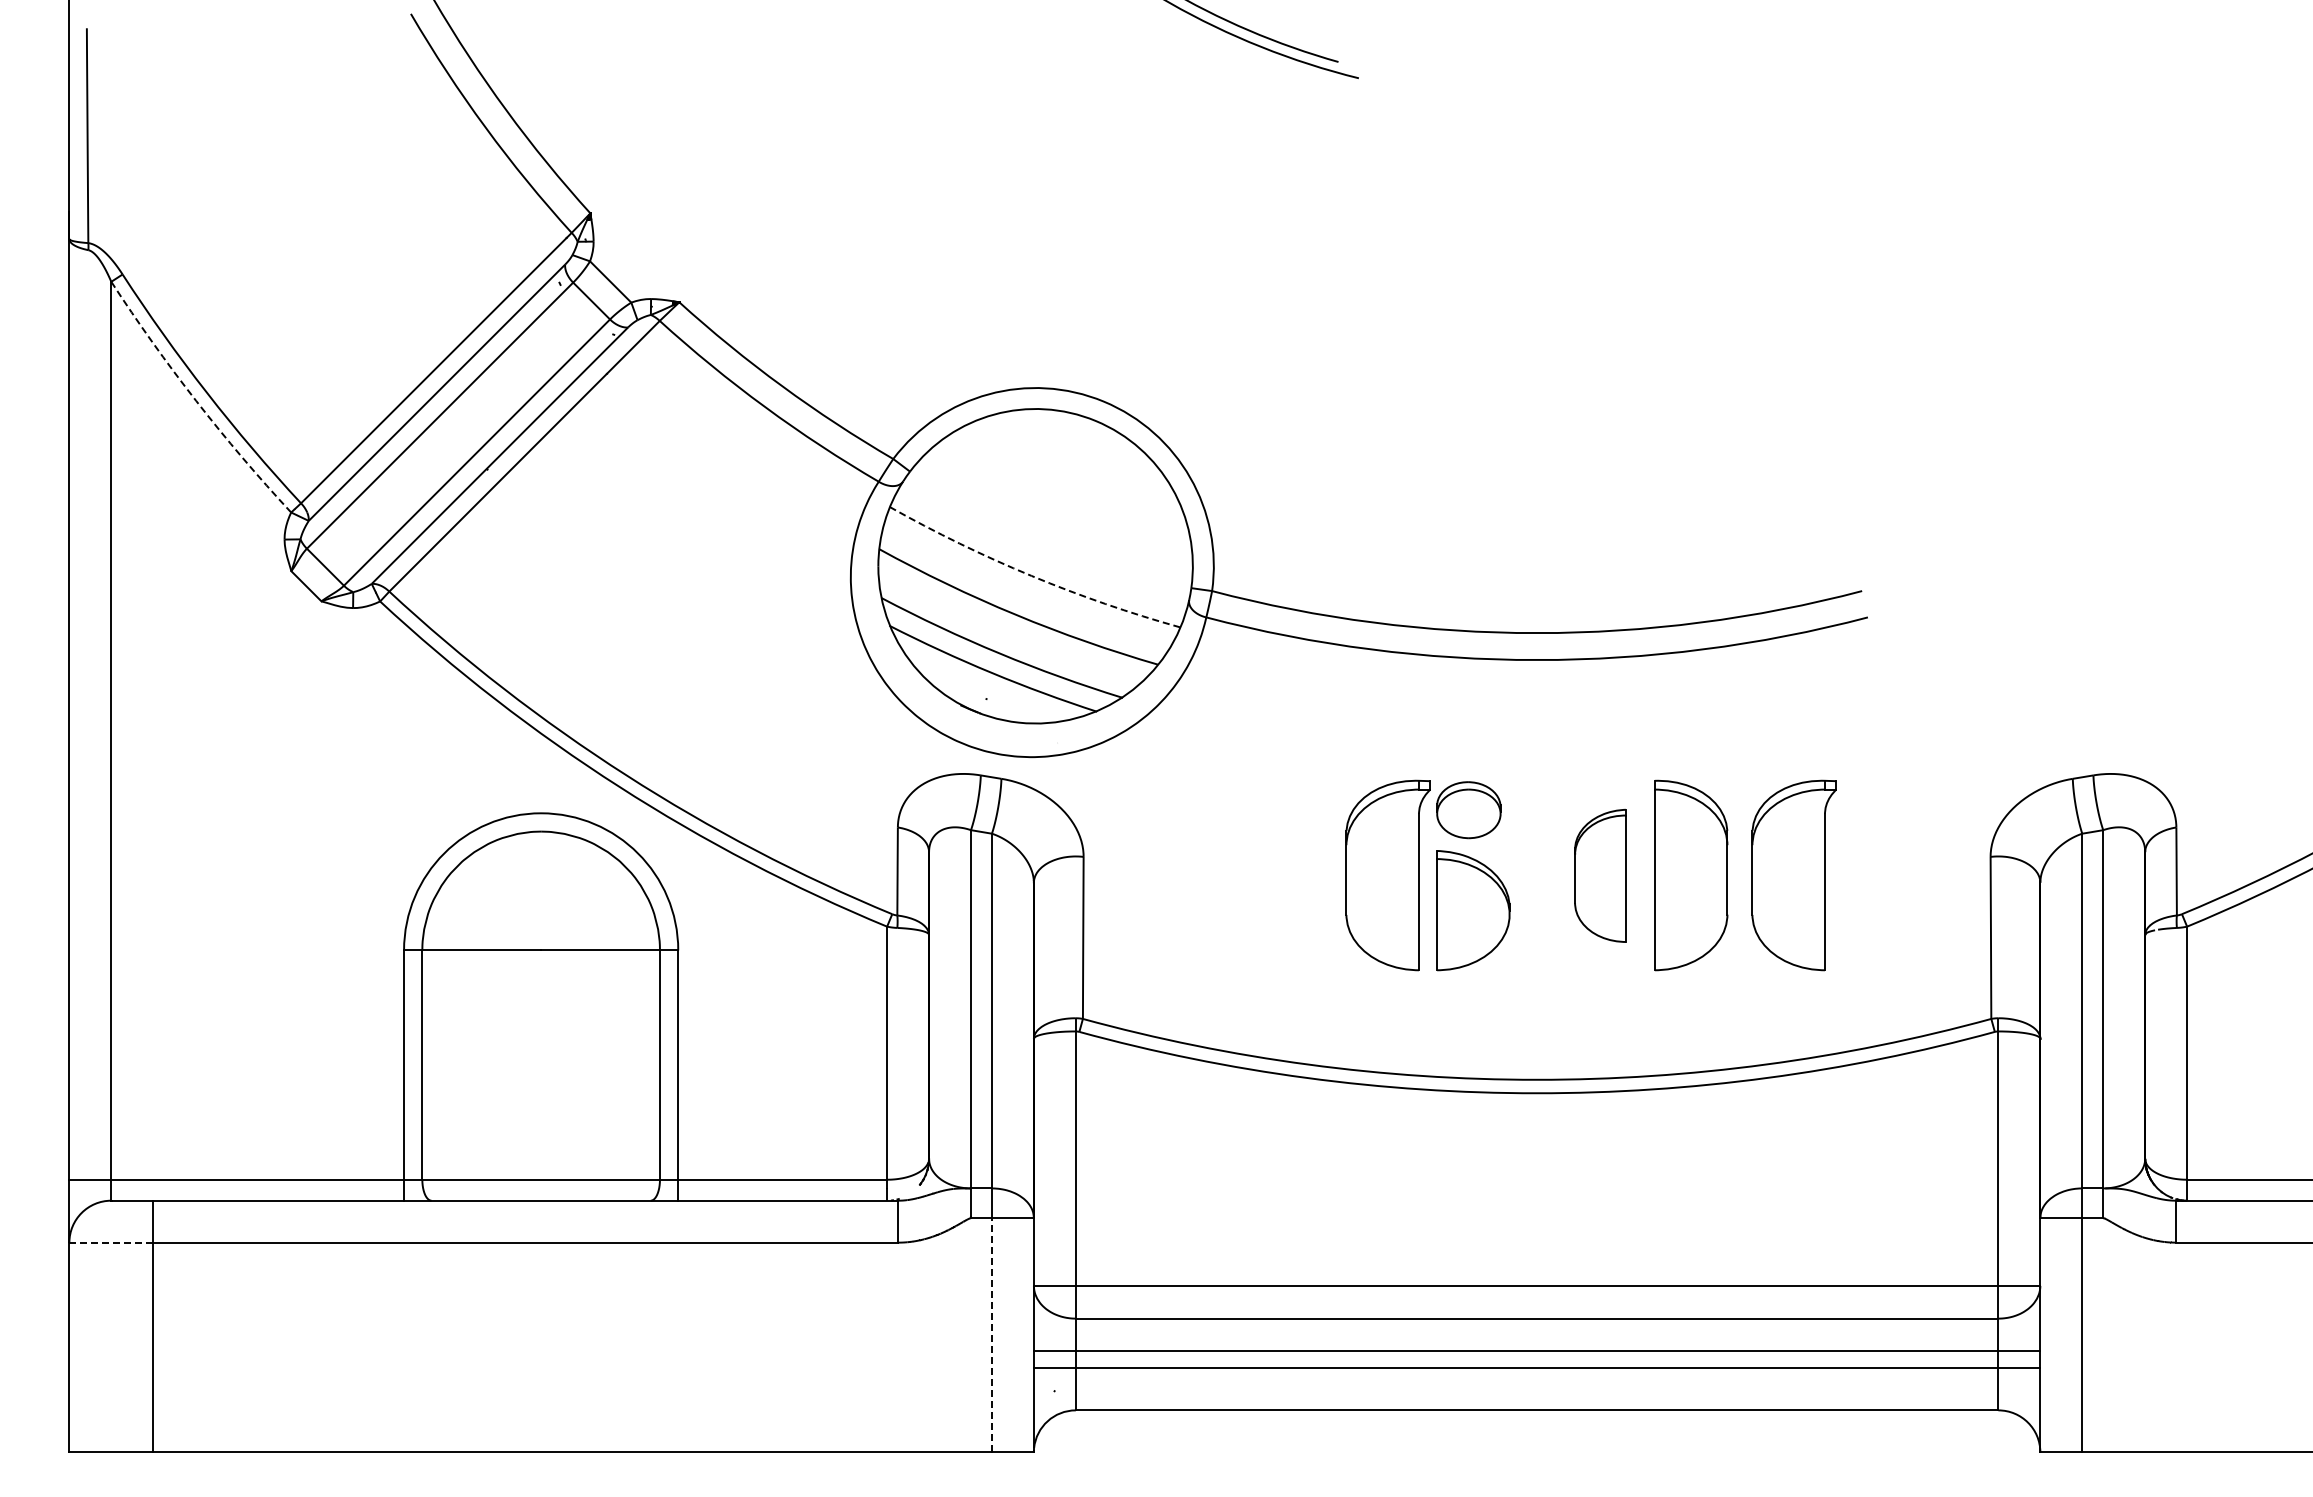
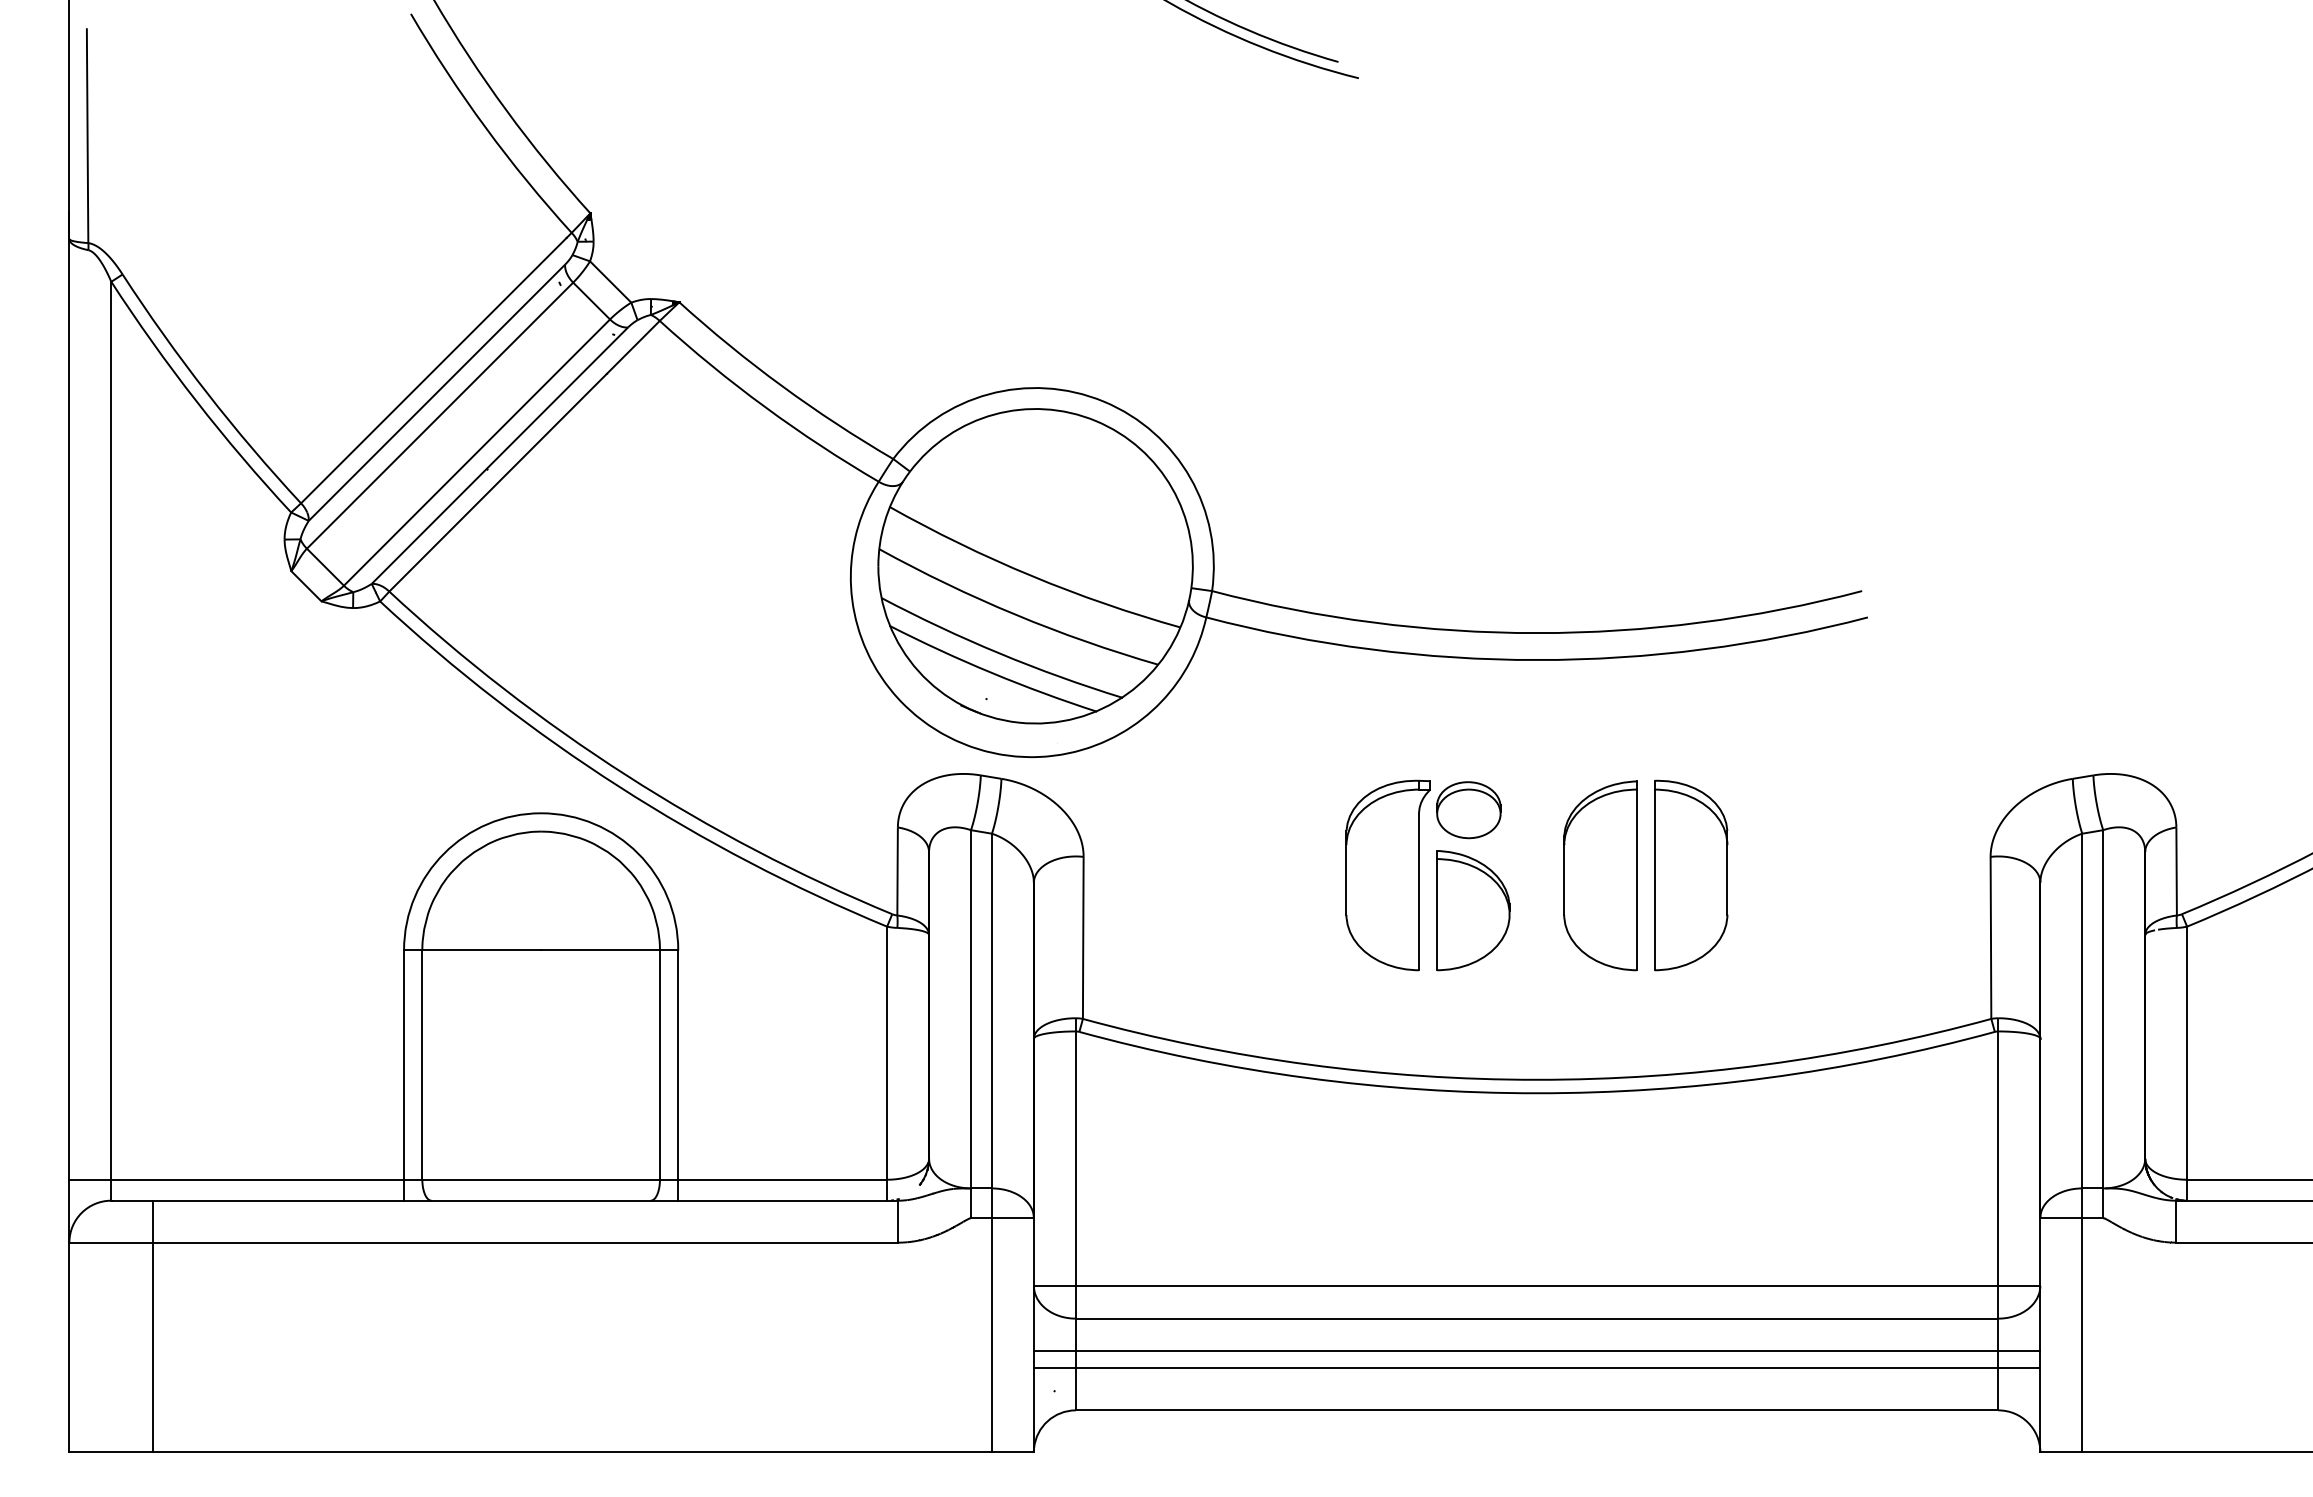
arc at (196, 401): dashed -> solid
arc at (1031, 575): dashed -> solid
part at (1600, 875) size: 53x135 px -> 75x192 px
part at (1793, 875): present -> none
line at (111, 1242): dashed -> solid
line at (991, 1334): dashed -> solid
